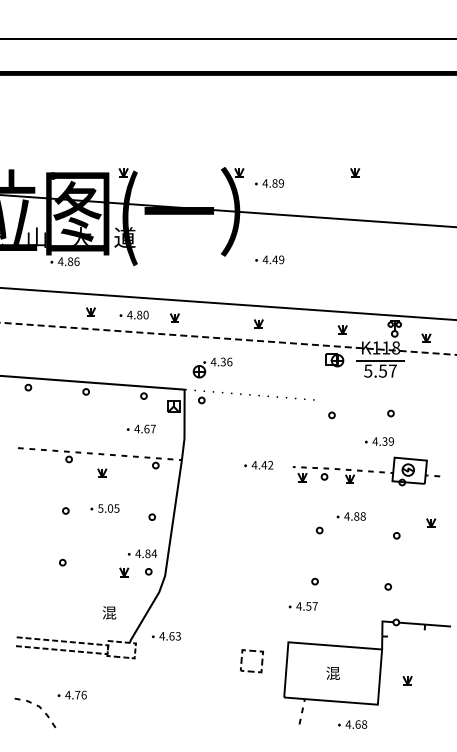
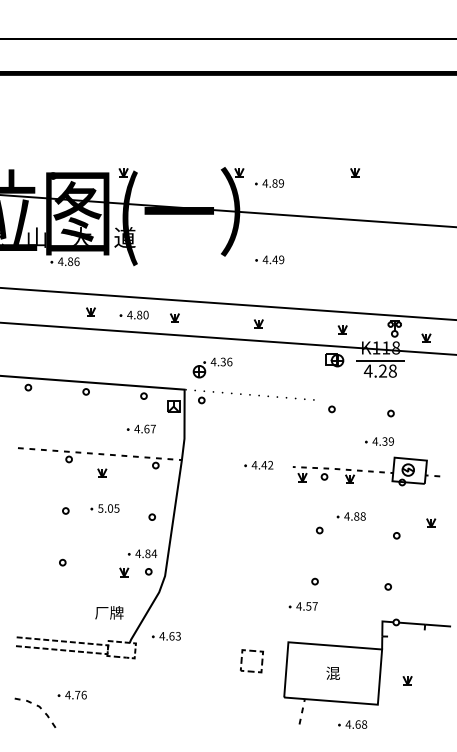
line at (228, 338): dashed -> solid
text at (379, 370): 5.57 -> 4.28
part at (331, 415) position: (331, 415) -> (331, 409)
text at (109, 612): 混 -> 厂牌
